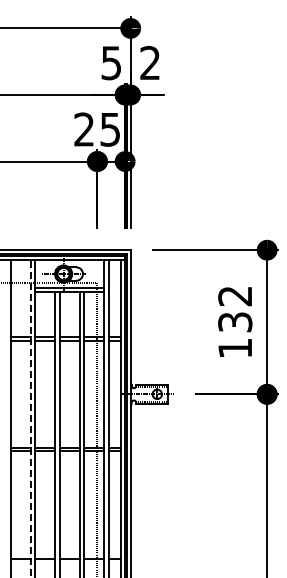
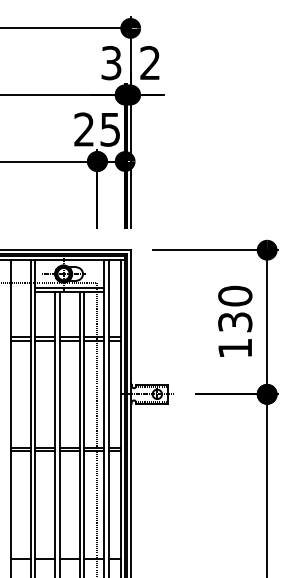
text at (111, 62): 5 -> 3
text at (235, 295): 132 -> 130
line at (30, 418): dashed -> solid
